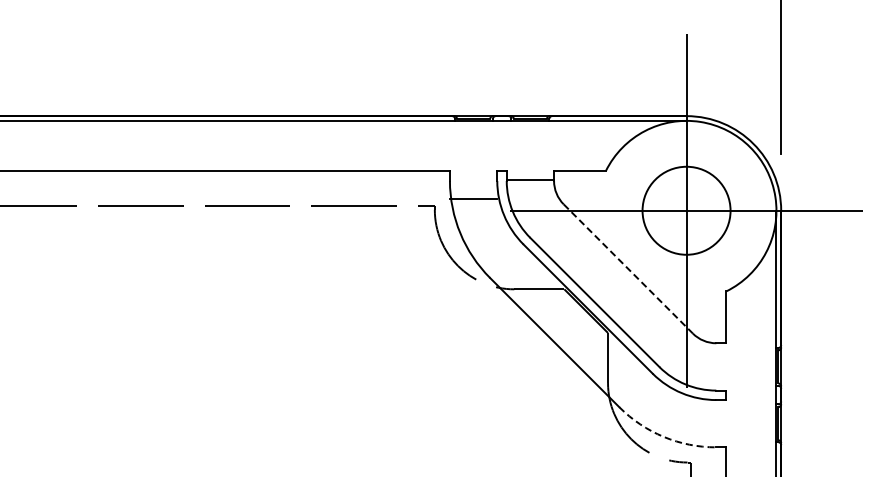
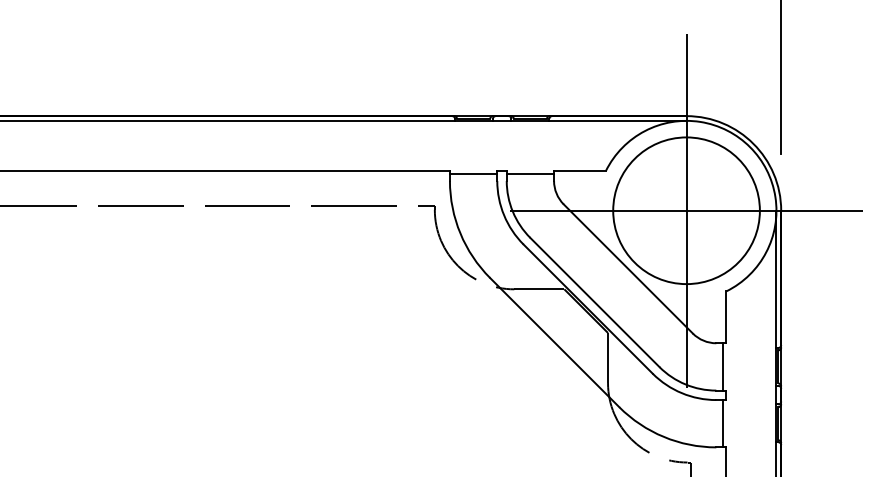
line at (530, 179) position: (530, 179) -> (530, 173)
line at (473, 198) position: (473, 198) -> (473, 173)
circle at (686, 210) diameter: 88 px -> 147 px
line at (628, 269): dashed -> solid
line at (723, 366): none -> present
line at (723, 423): none -> present
arc at (663, 436): dashed -> solid
